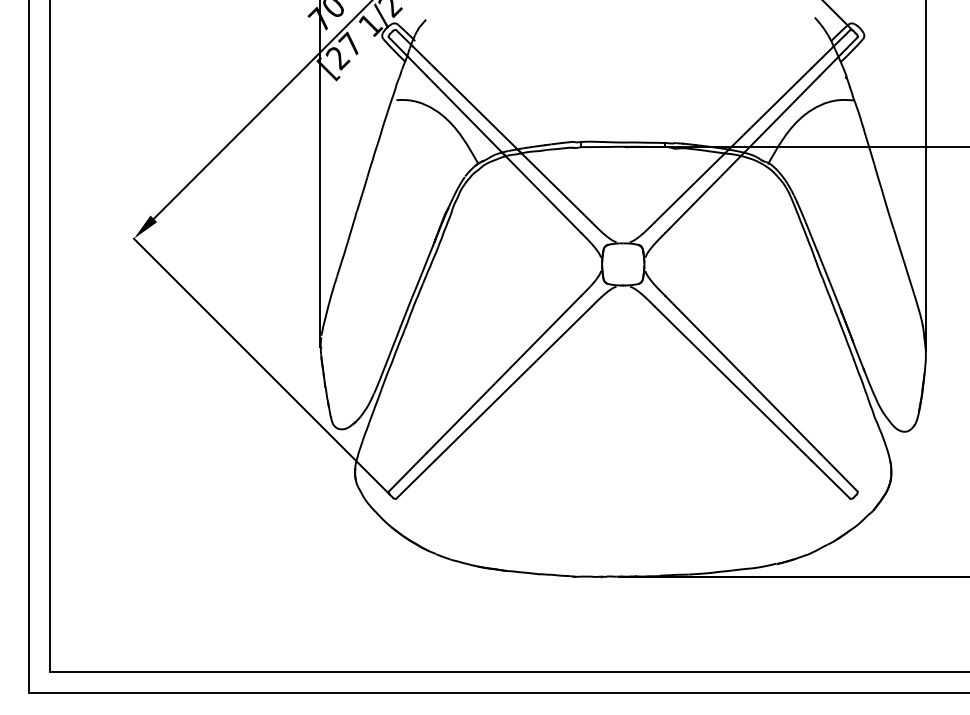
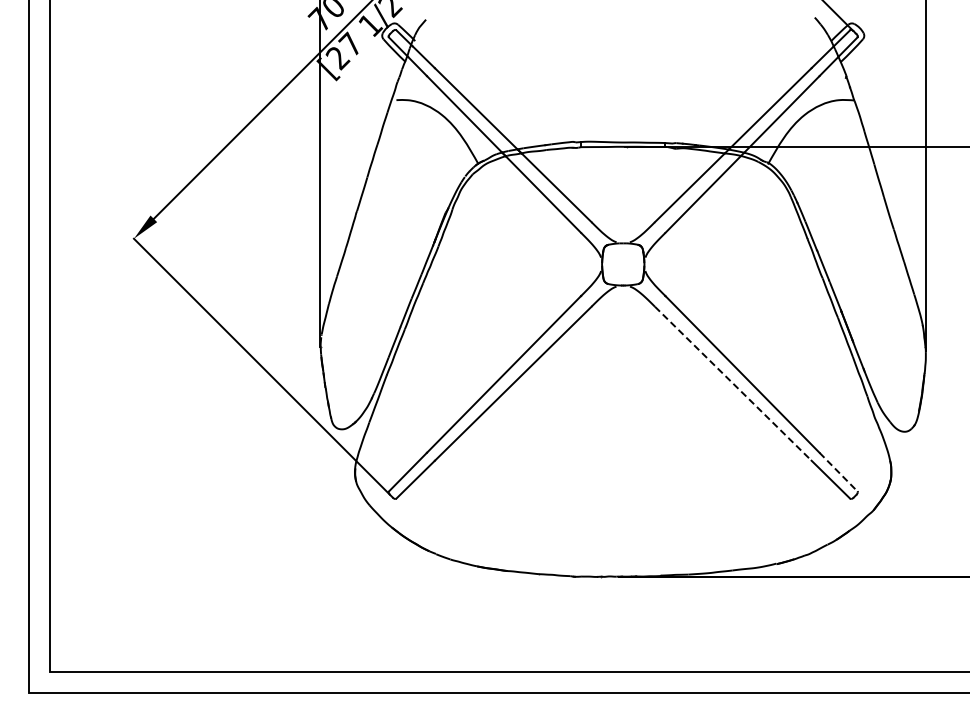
line at (733, 383): solid -> dashed
line at (838, 472): solid -> dashed
